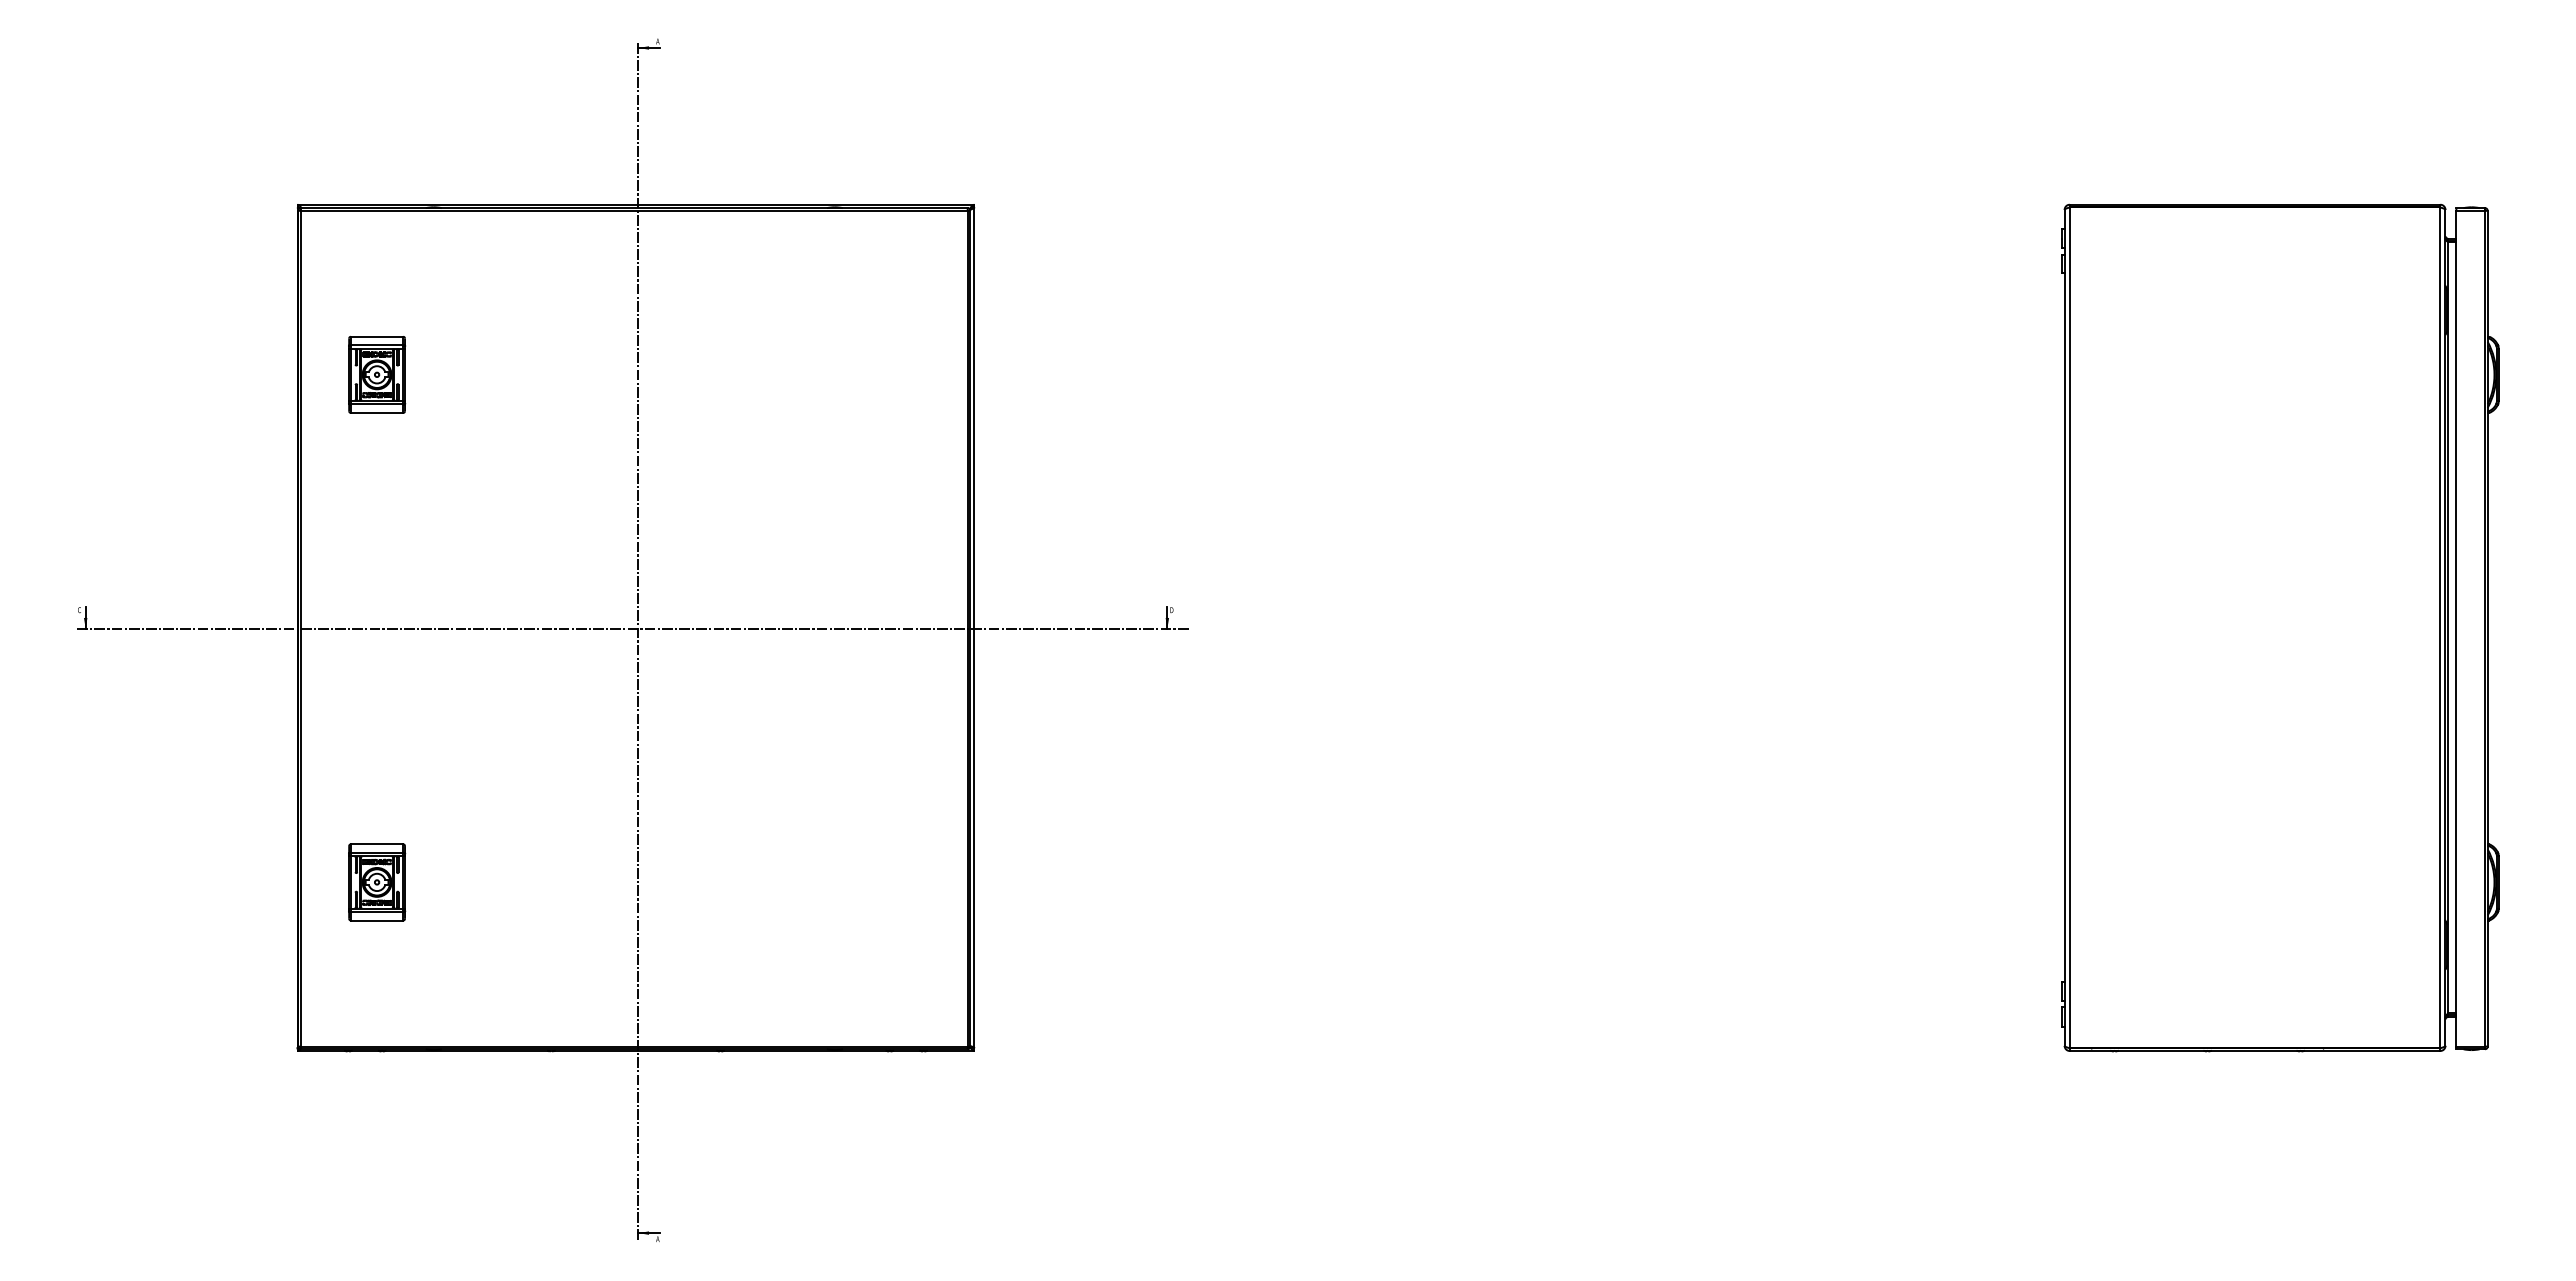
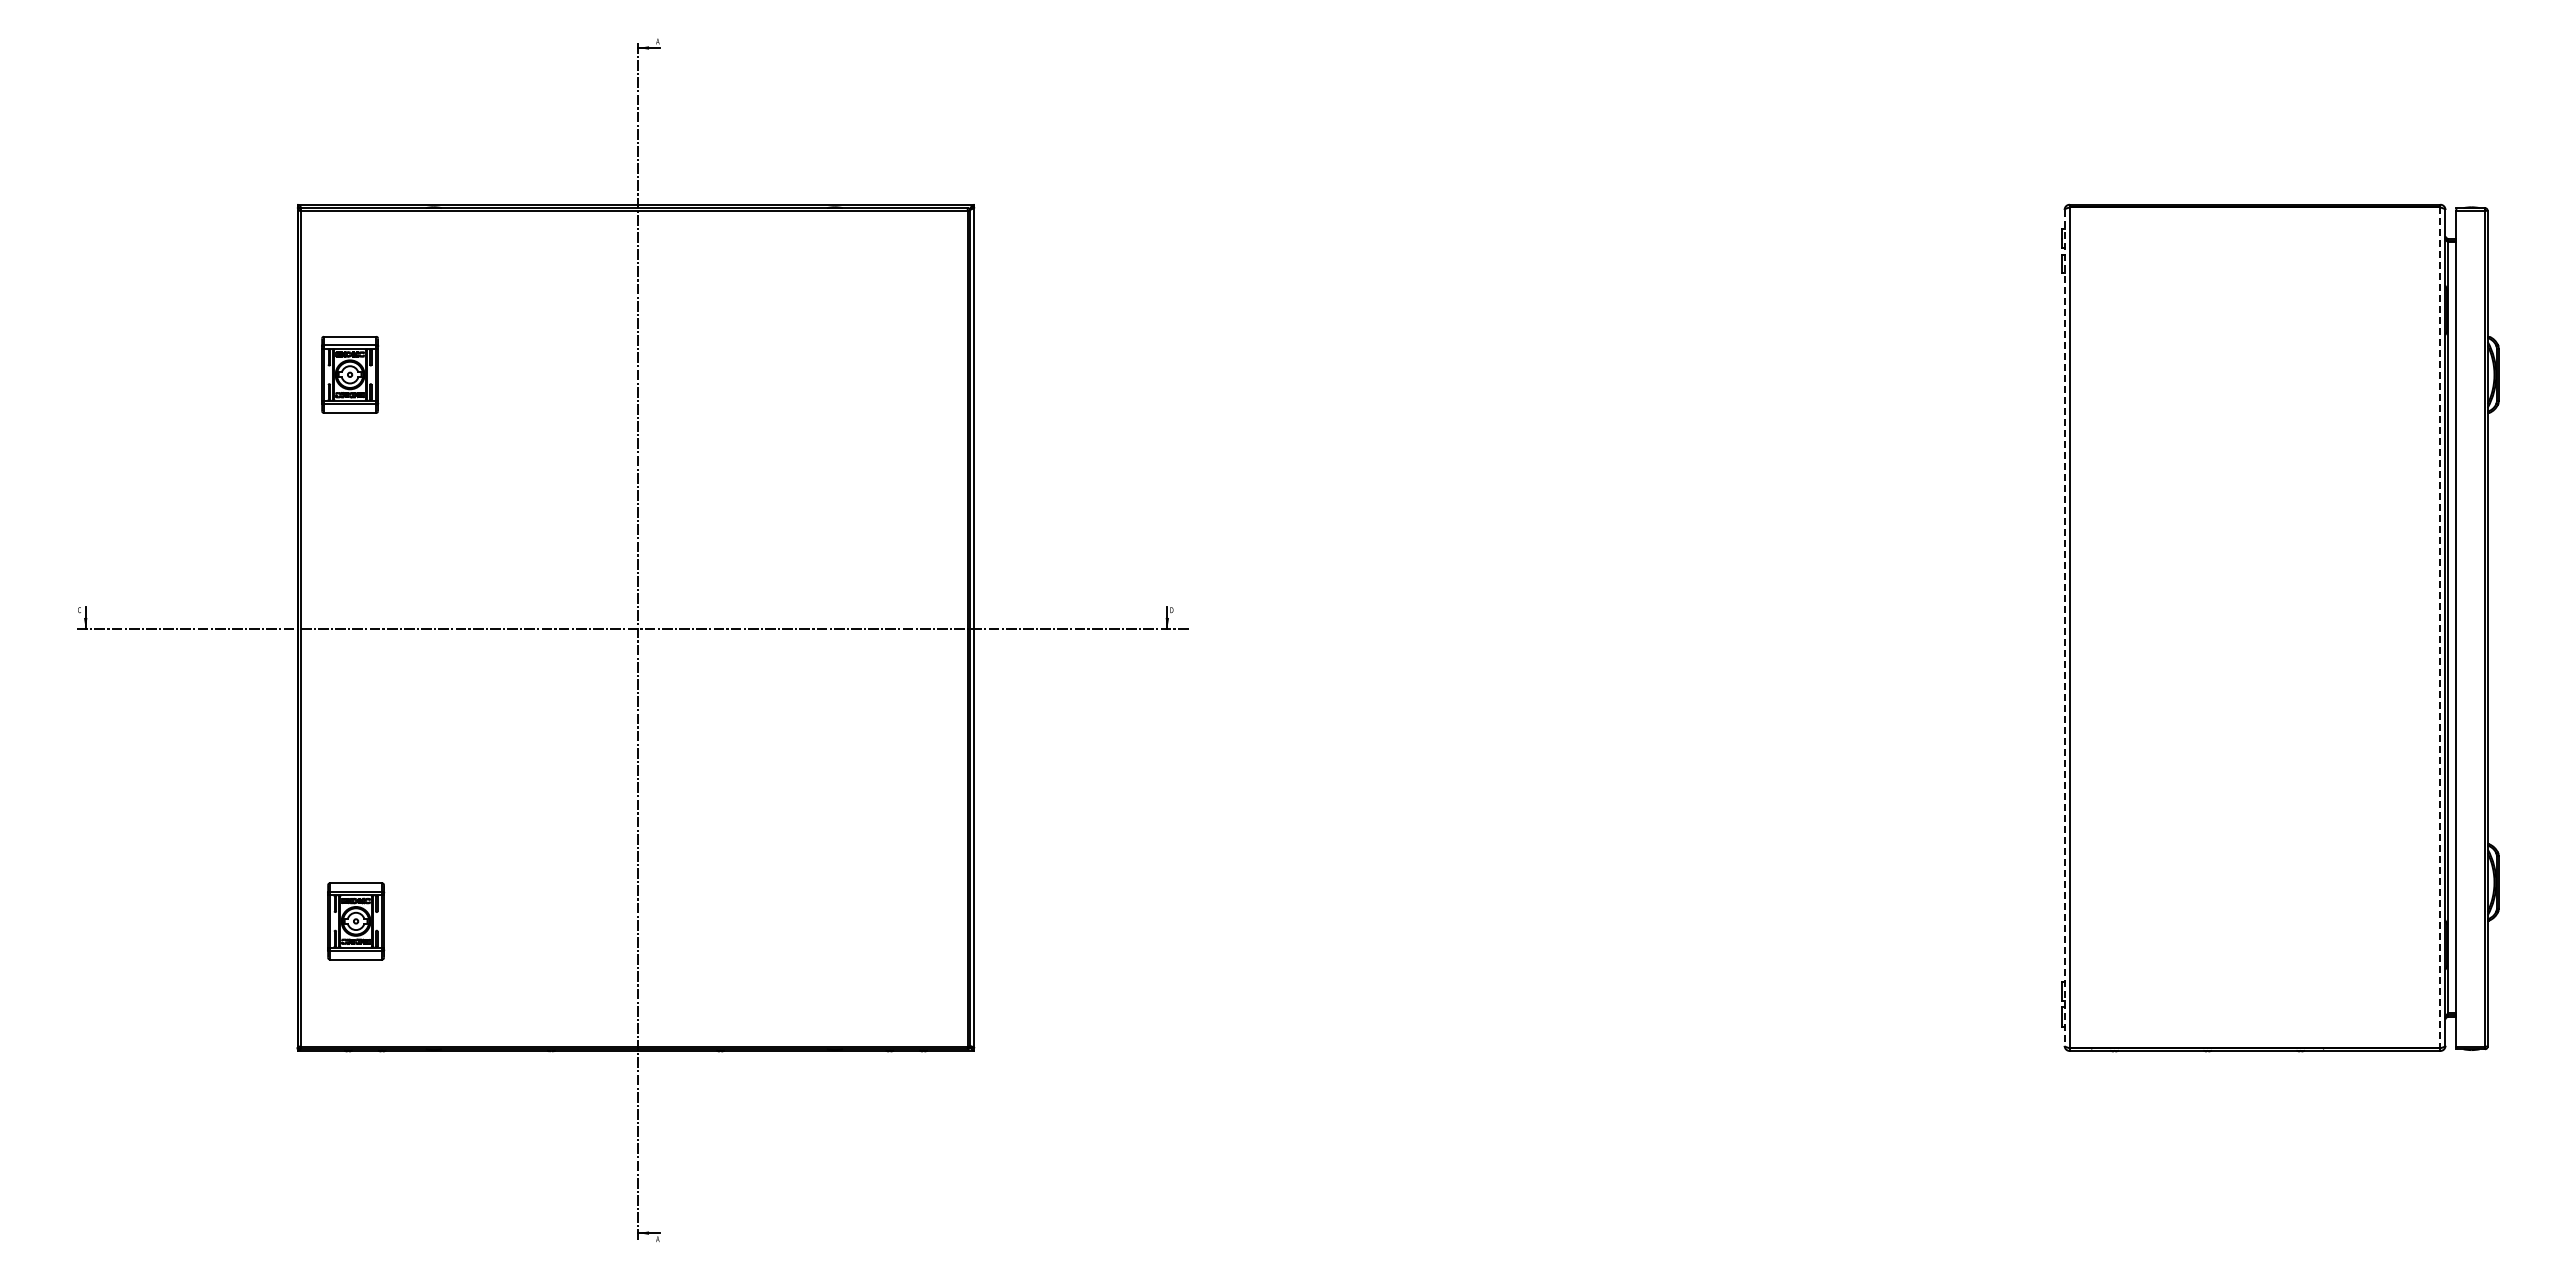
part at (377, 374) position: (377, 374) -> (350, 374)
line at (2064, 628): solid -> dashed
line at (2440, 628): solid -> dashed
part at (377, 882) position: (377, 882) -> (356, 921)
